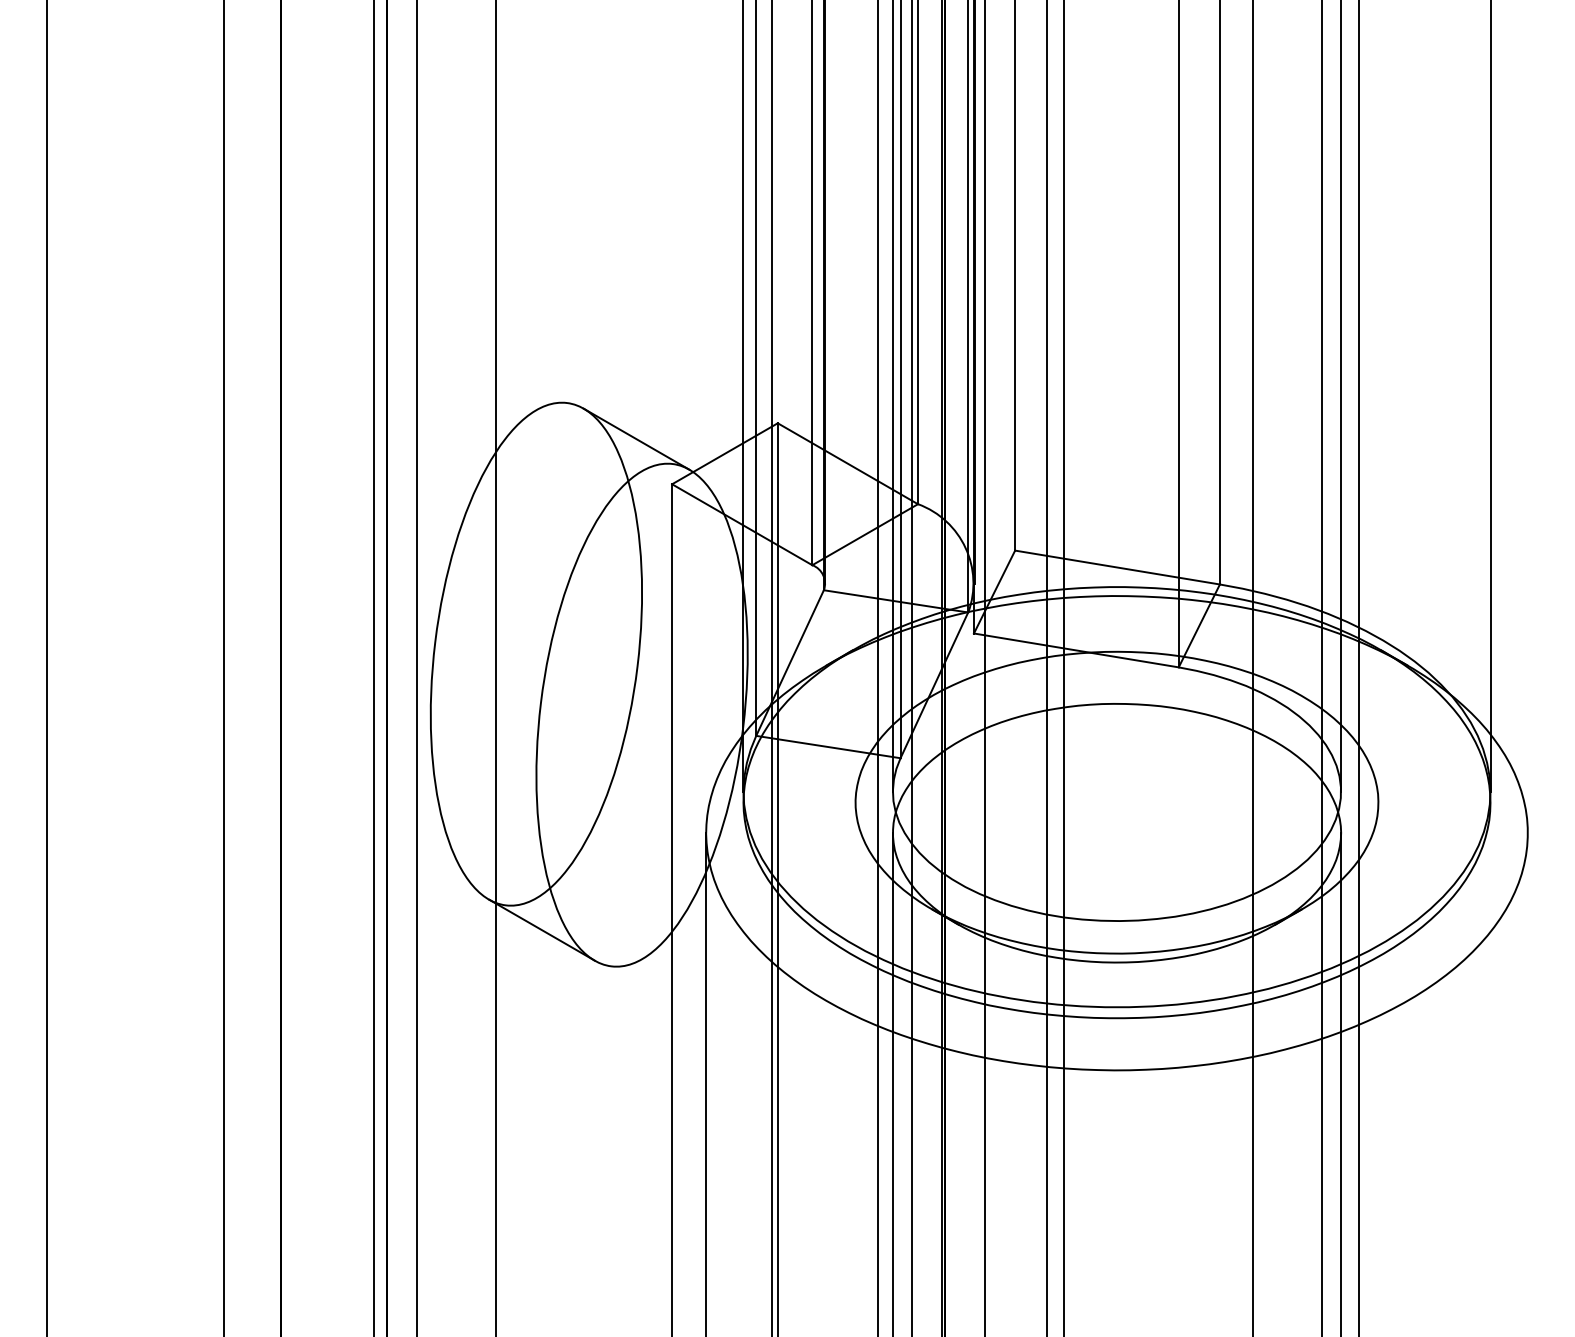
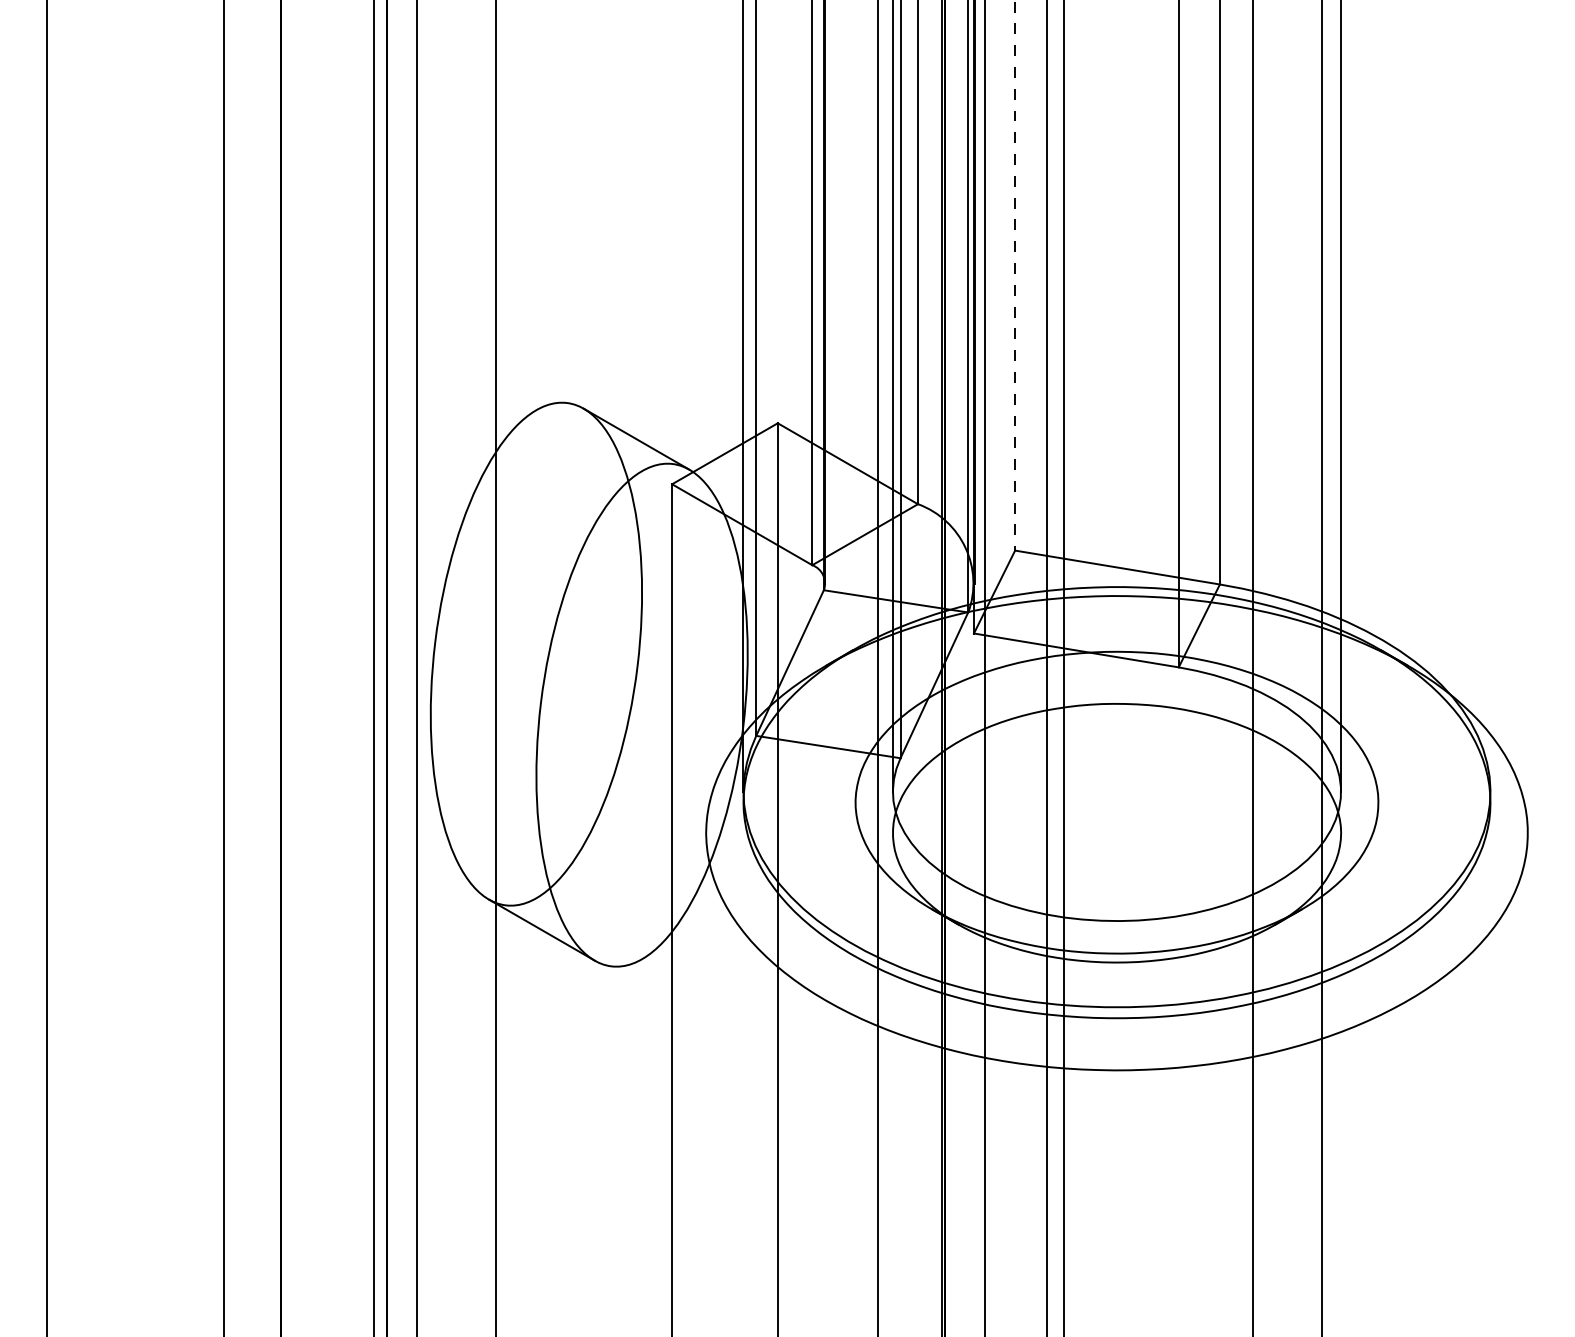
line at (1015, 275): solid -> dashed
line at (1490, 396): present -> none
line at (772, 667): present -> none
line at (911, 667): present -> none
line at (1358, 667): present -> none
line at (706, 1083): present -> none
line at (892, 1083): present -> none
line at (1341, 1083): present -> none
